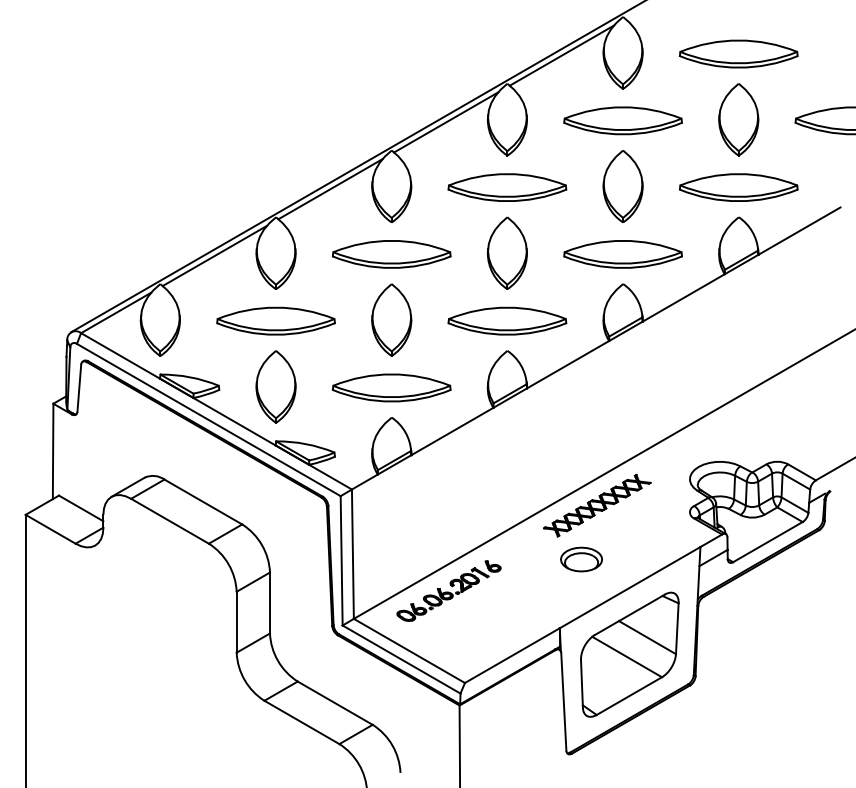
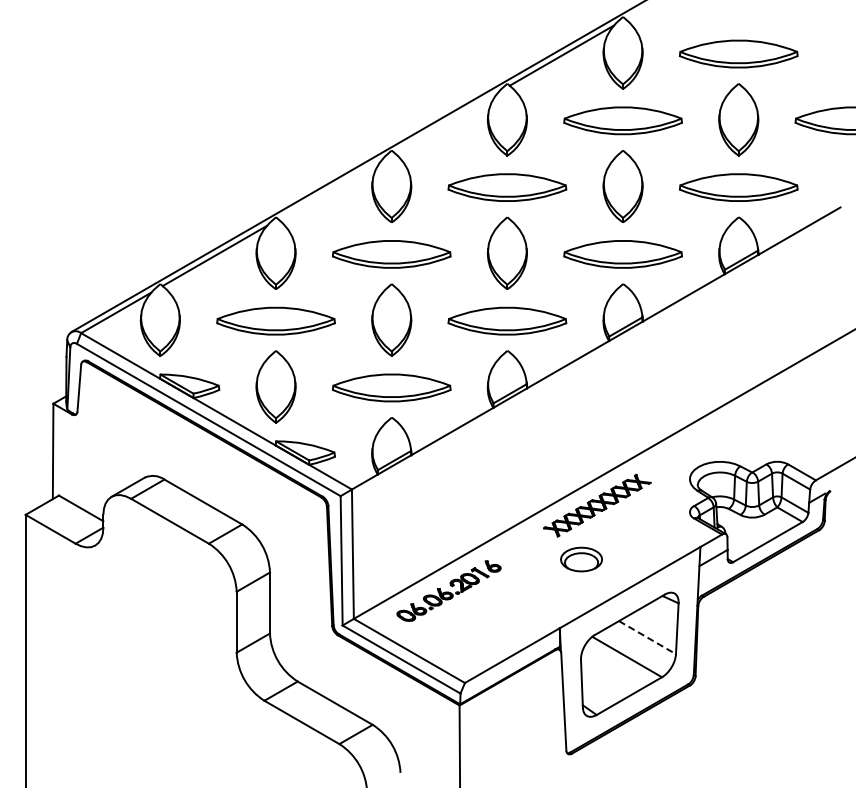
line at (446, 122): present -> none
line at (330, 189): present -> none
line at (647, 637): solid -> dashed
